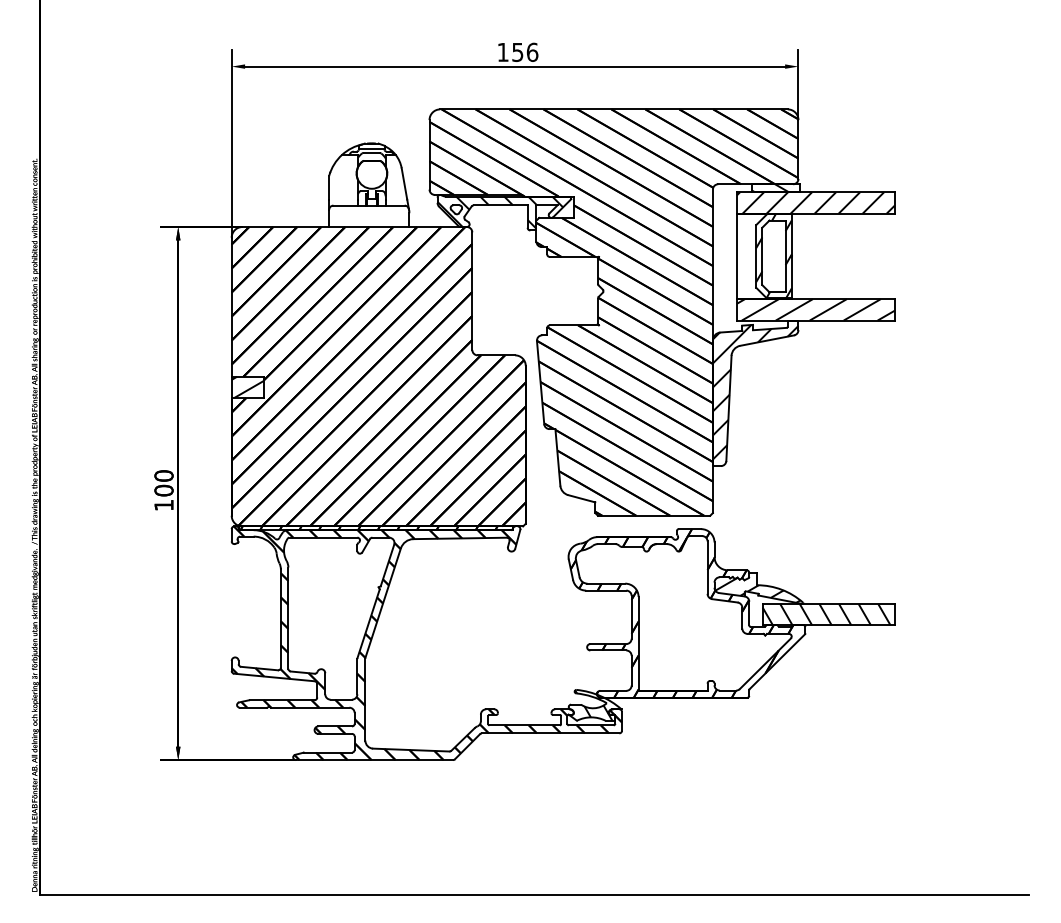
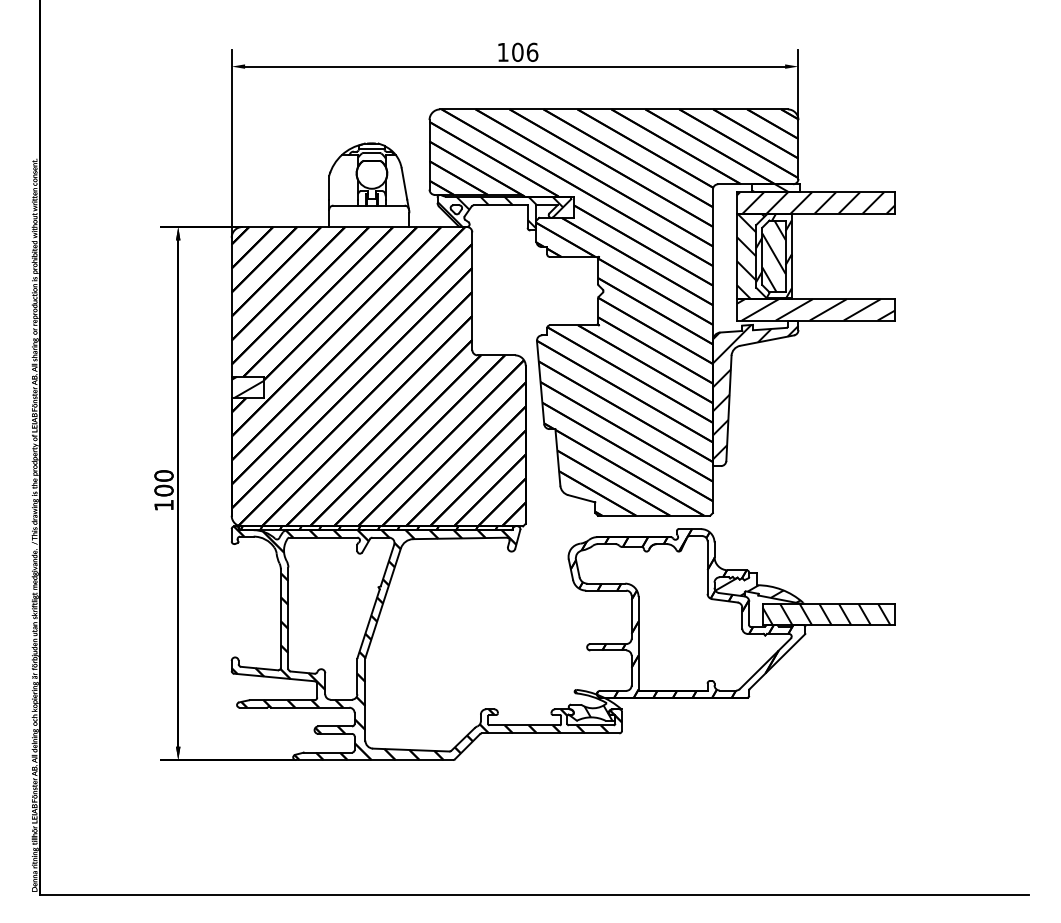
text at (517, 52): 156 -> 106
hatch at (761, 256): none -> present
hatch at (773, 256): none -> present
